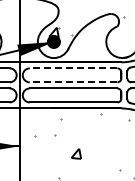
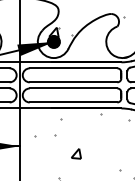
line at (73, 68): dashed -> solid
line at (73, 82): dashed -> solid
